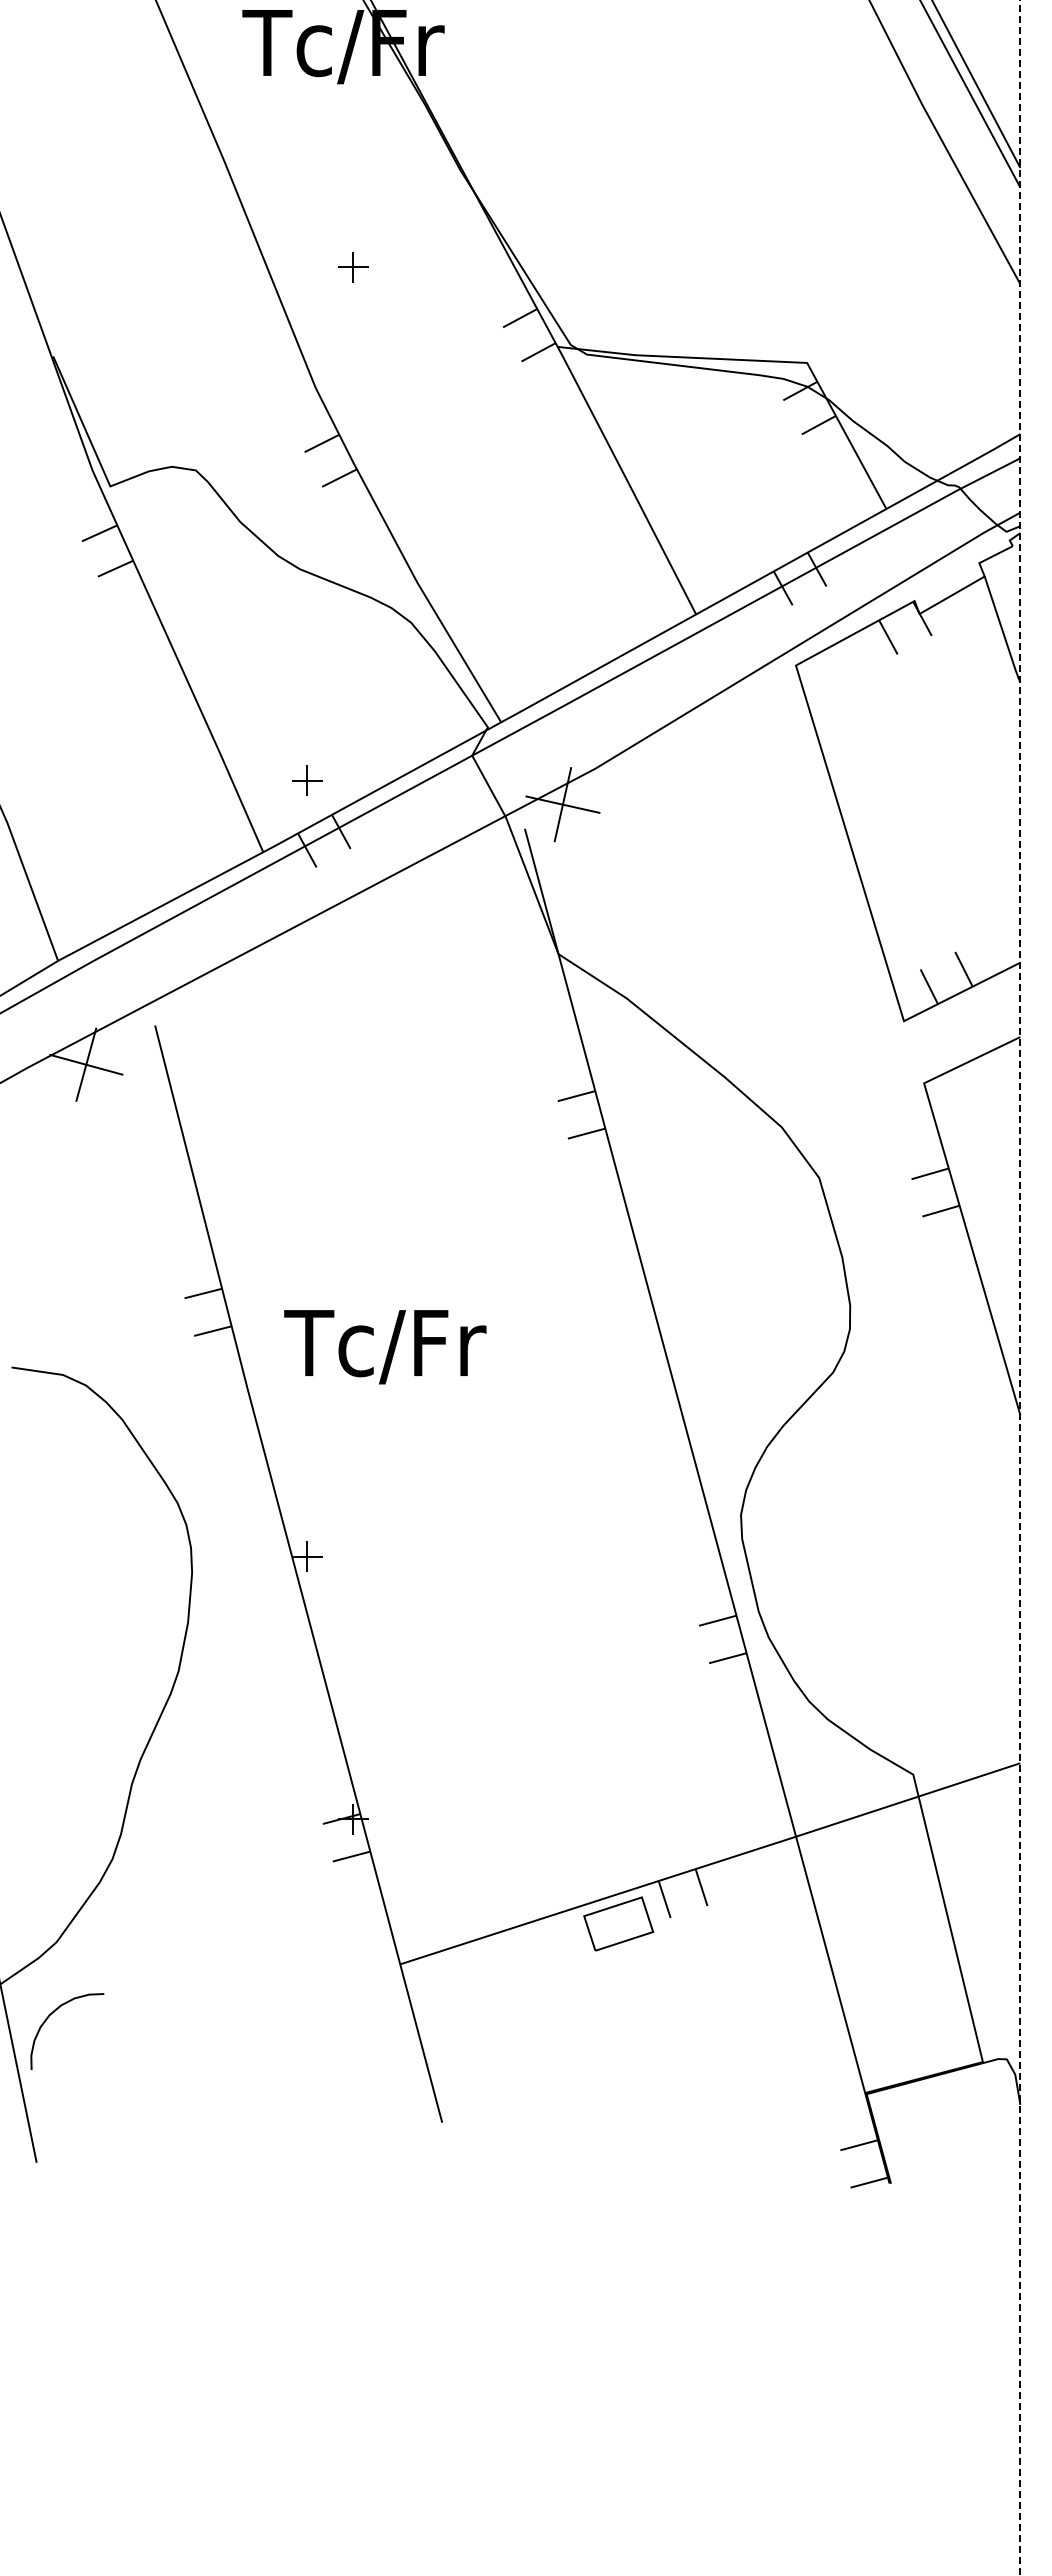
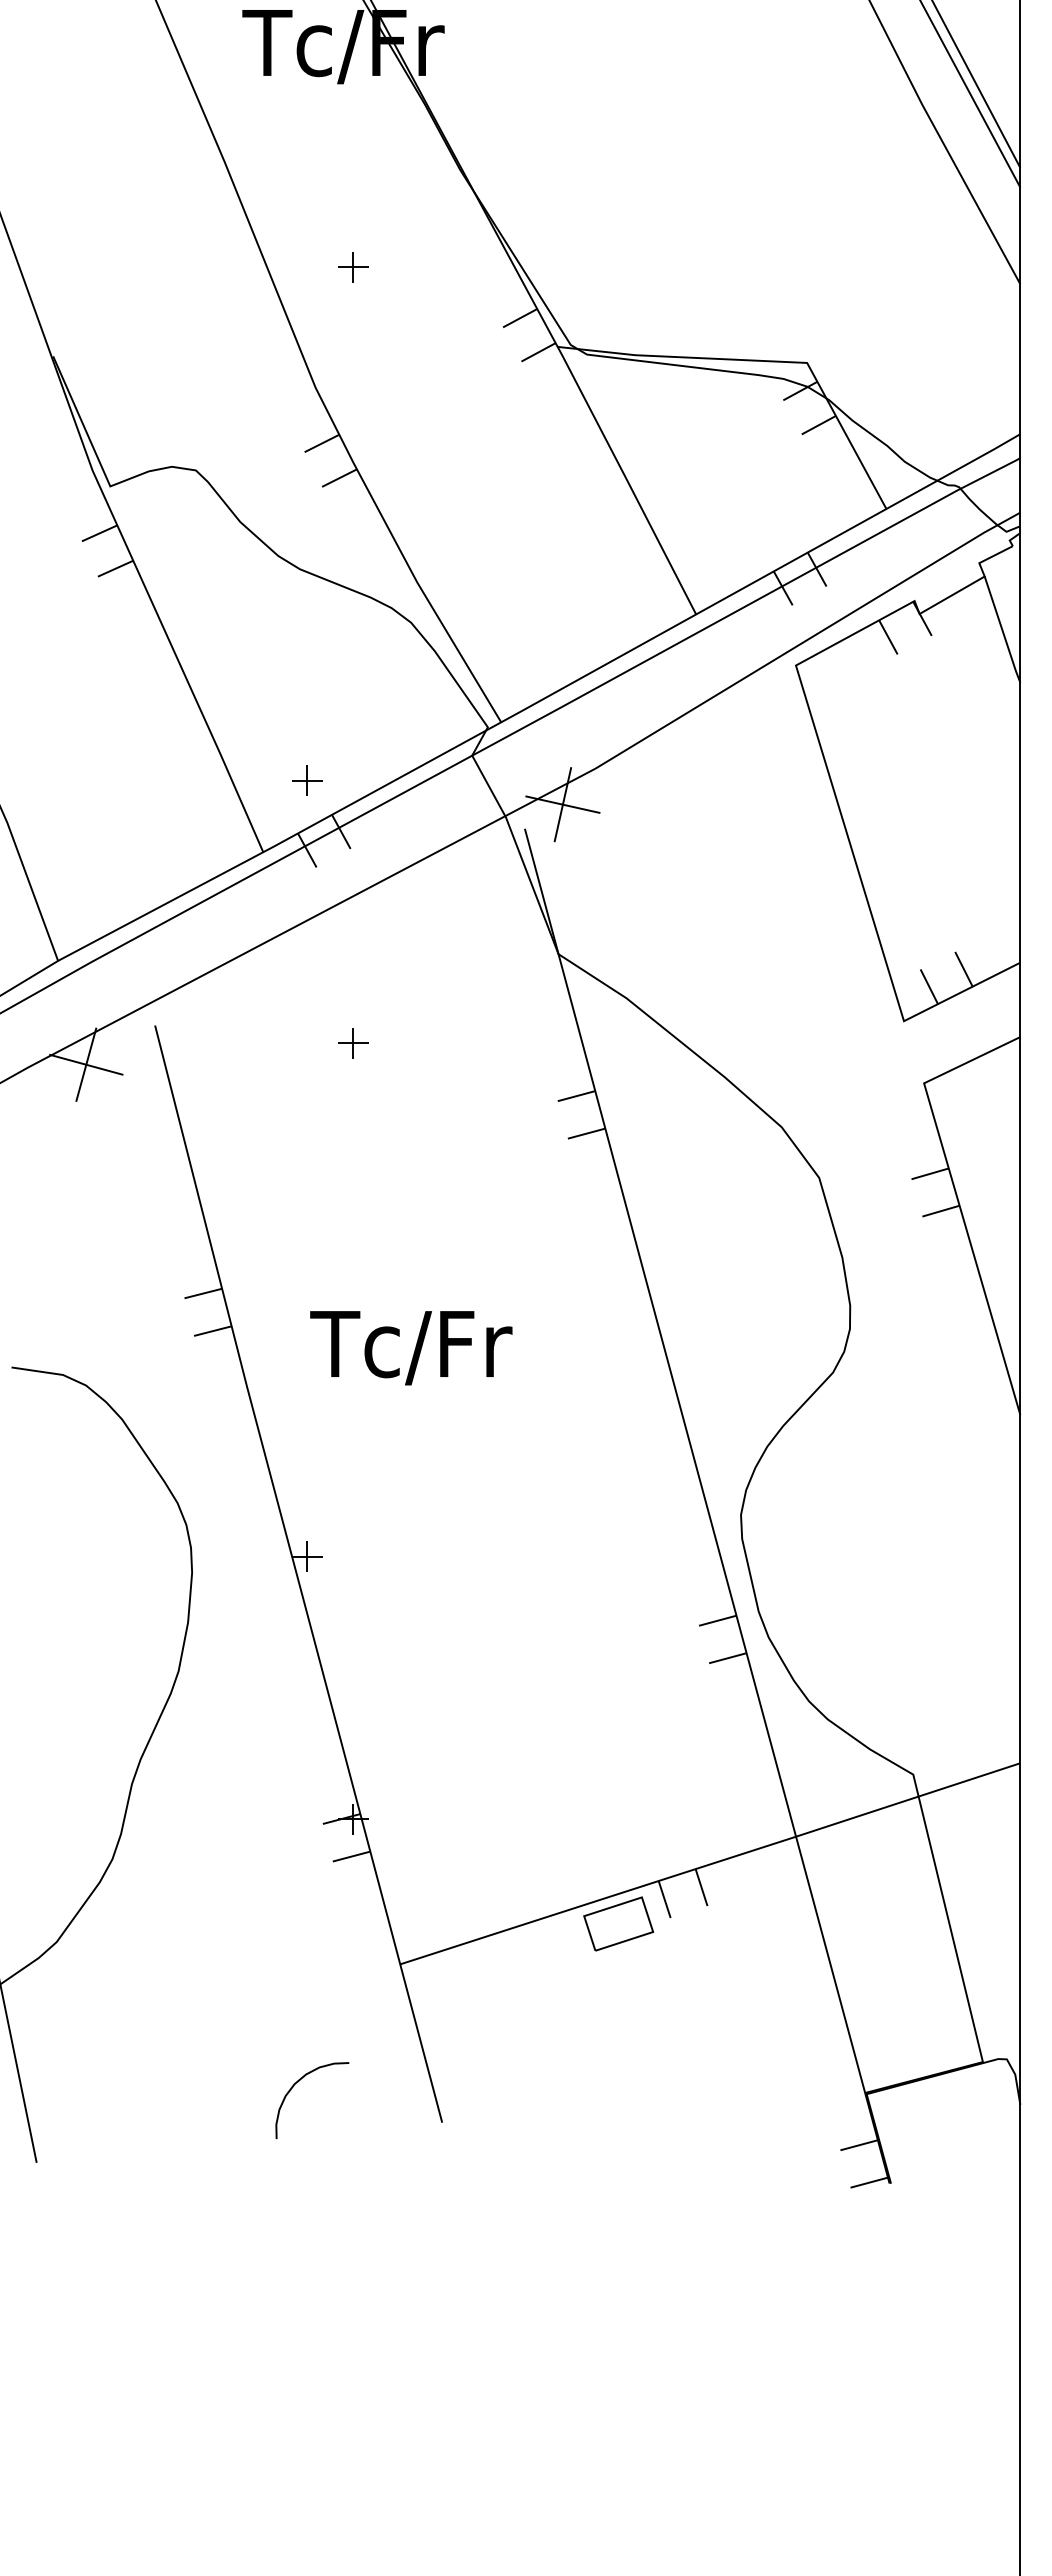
part at (353, 1043): none -> present
line at (1020, 1287): dashed -> solid
text at (385, 1347) position: (385, 1347) -> (411, 1348)
curve at (53, 2013) position: (53, 2013) -> (298, 2082)
